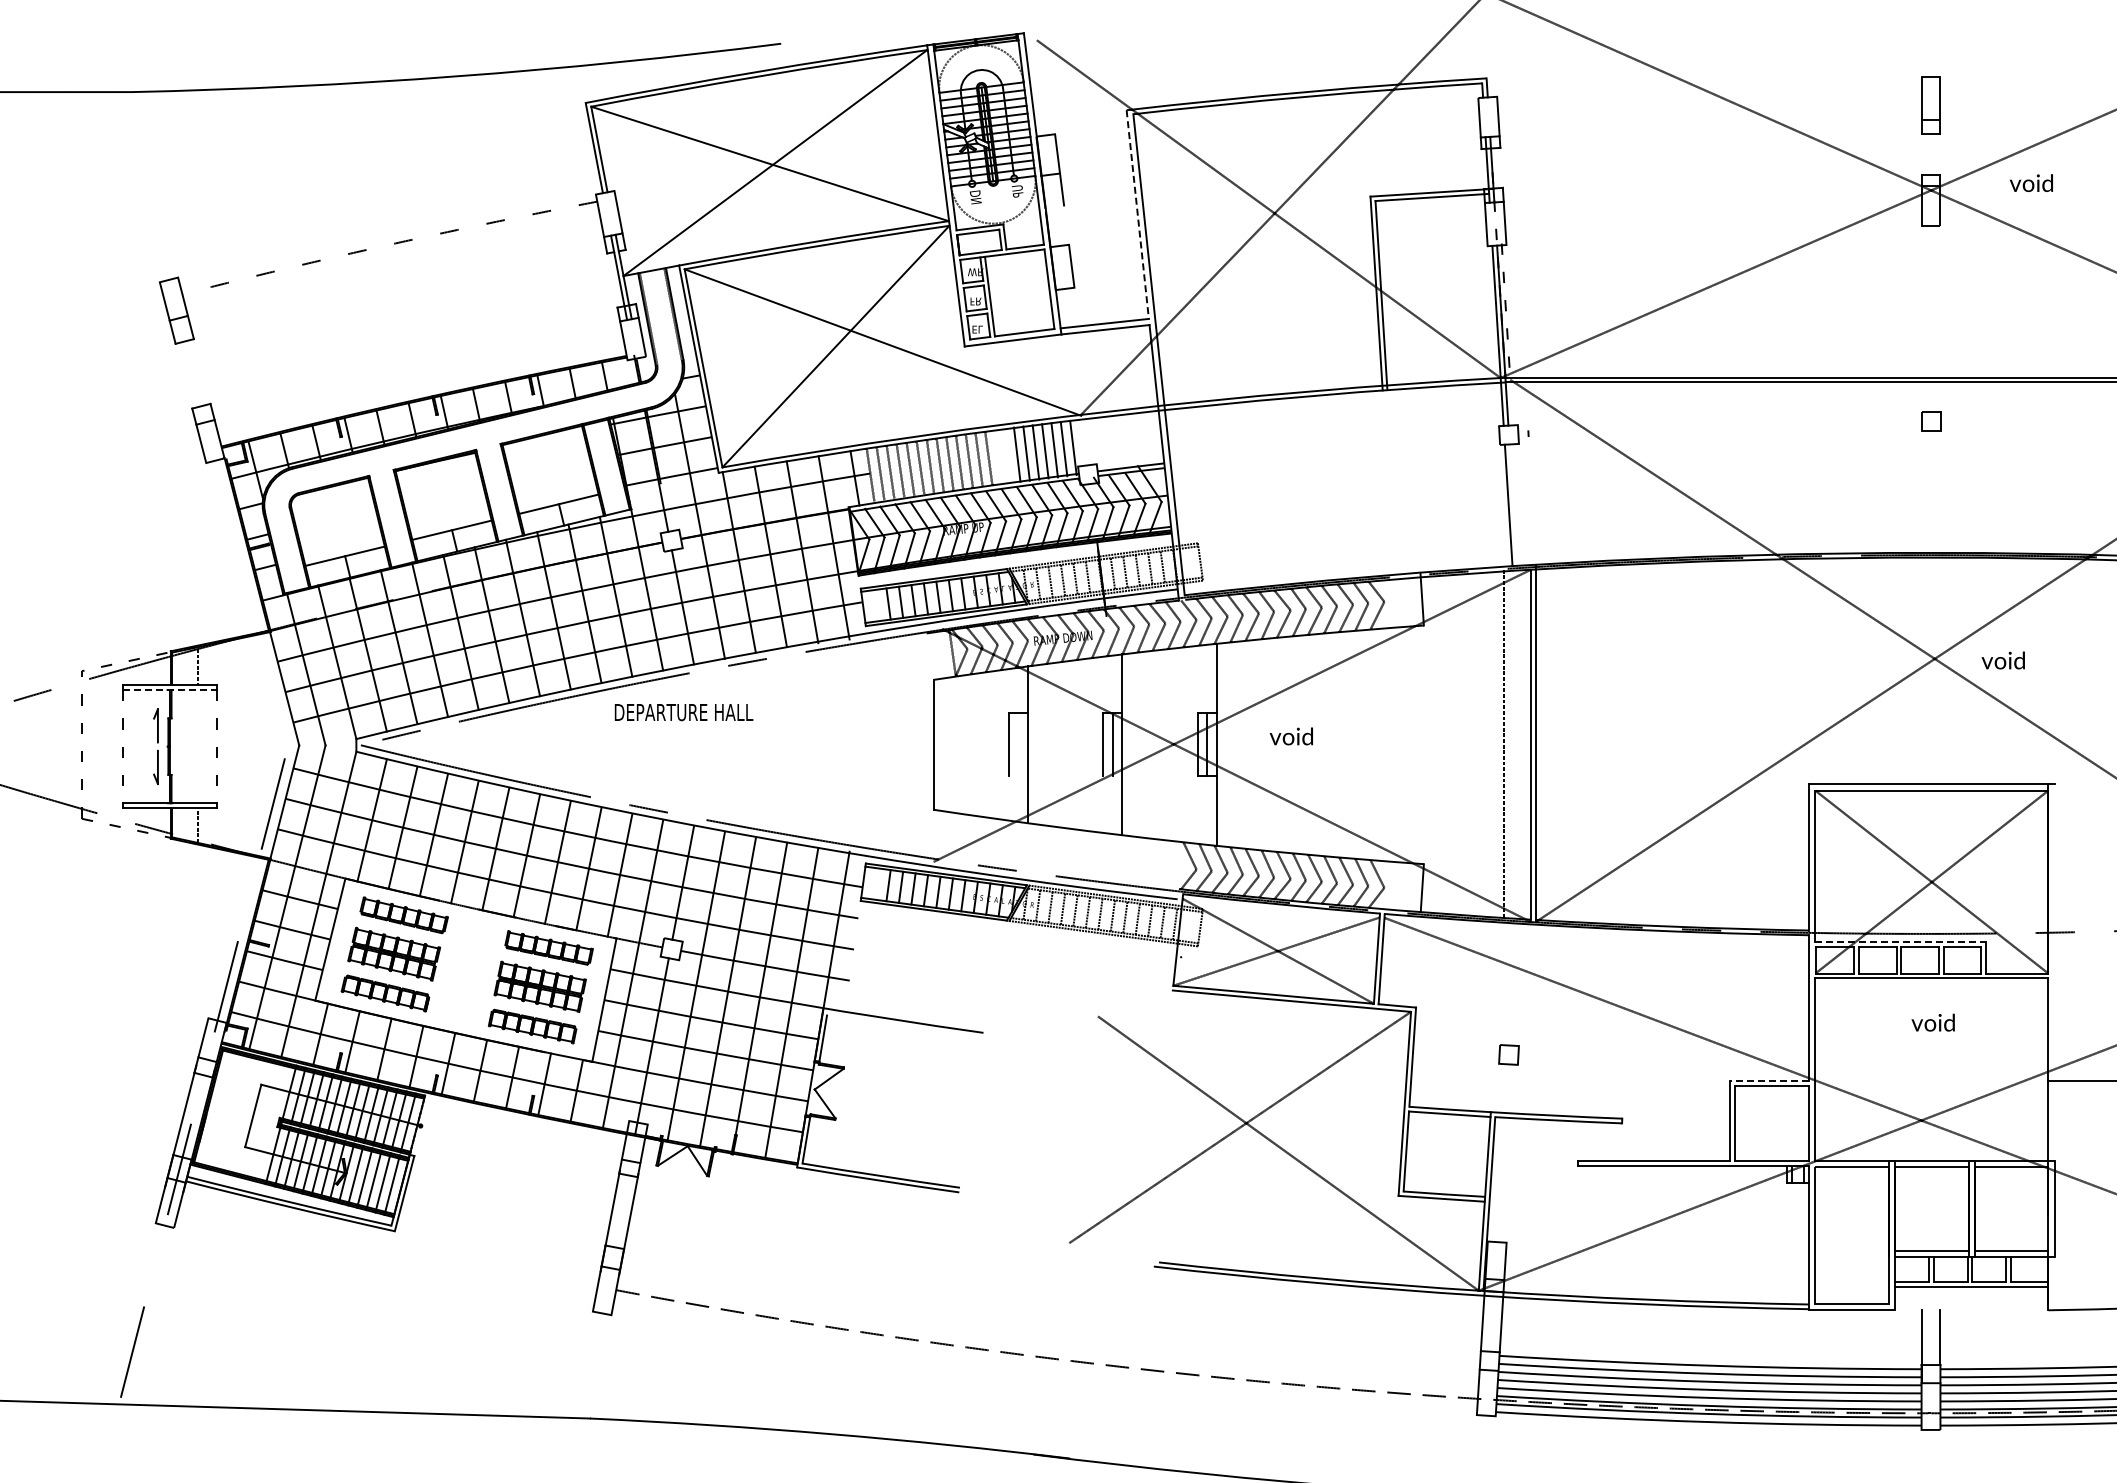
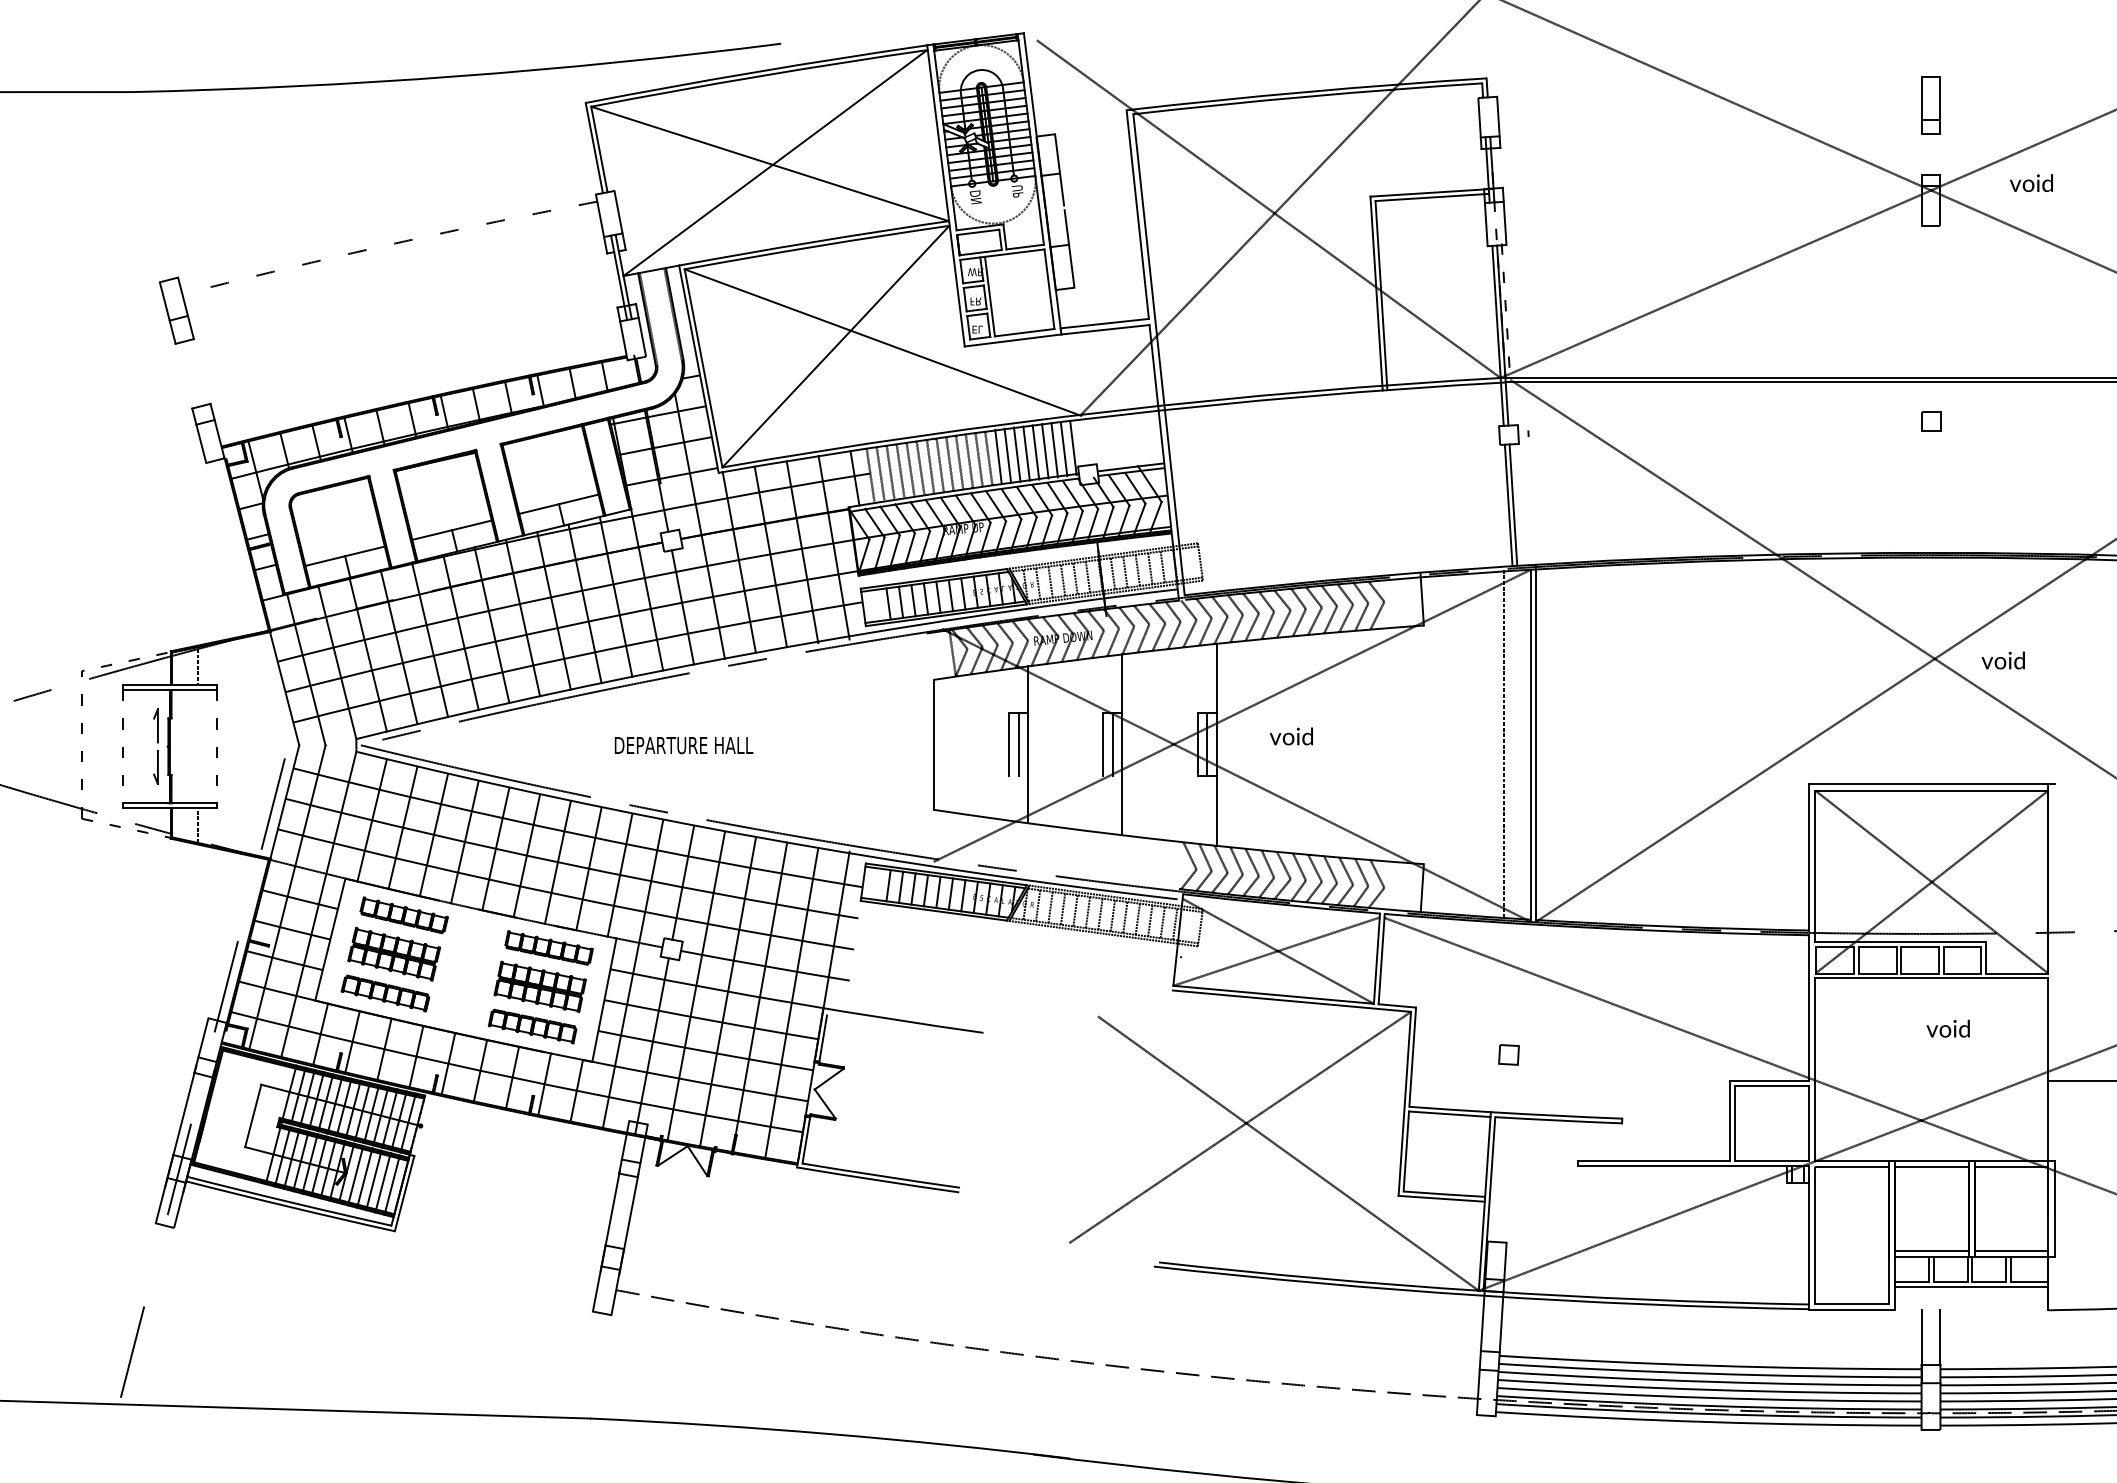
line at (1137, 214): dashed -> solid
line at (1066, 227): none -> present
line at (1007, 455): none -> present
line at (998, 456): none -> present
line at (1513, 504): none -> present
line at (169, 690): dashed -> solid
text at (683, 712) position: (683, 712) -> (683, 745)
line at (1018, 744): none -> present
line at (1901, 942): dashed -> solid
text at (1932, 1022) position: (1932, 1022) -> (1947, 1028)
line at (1769, 1081): dashed -> solid
